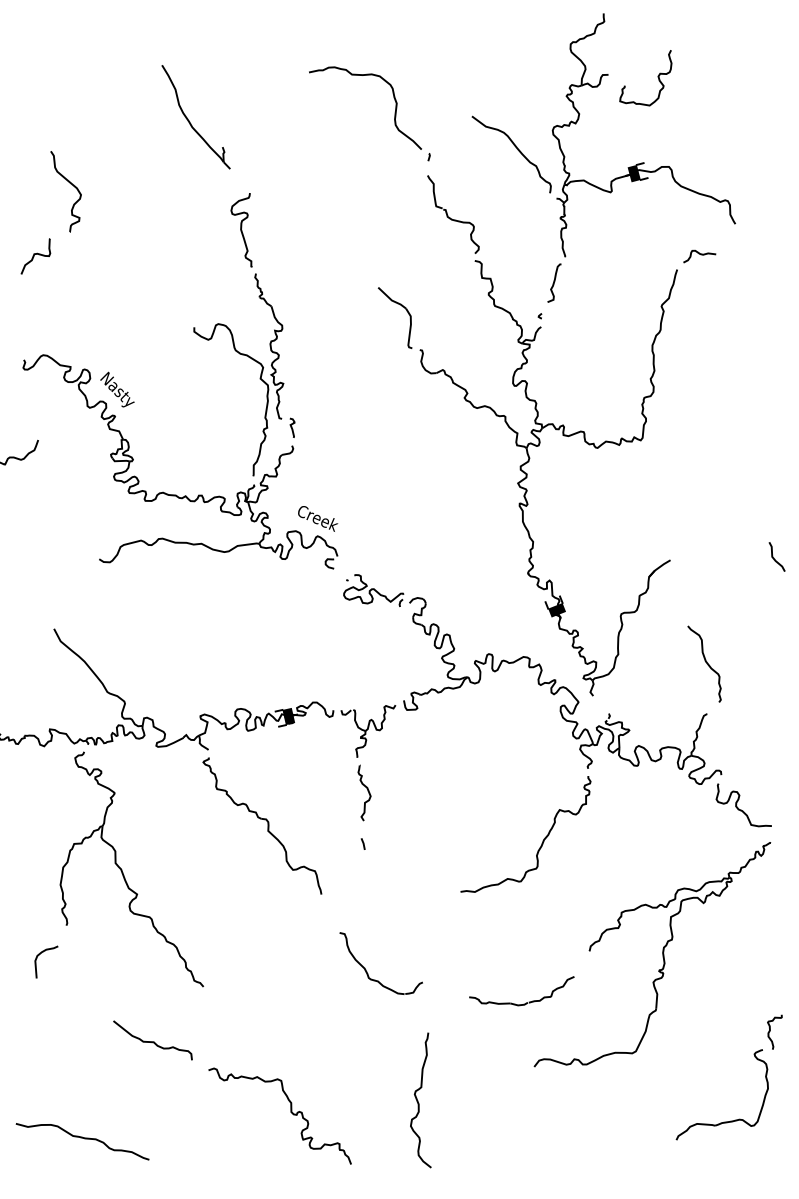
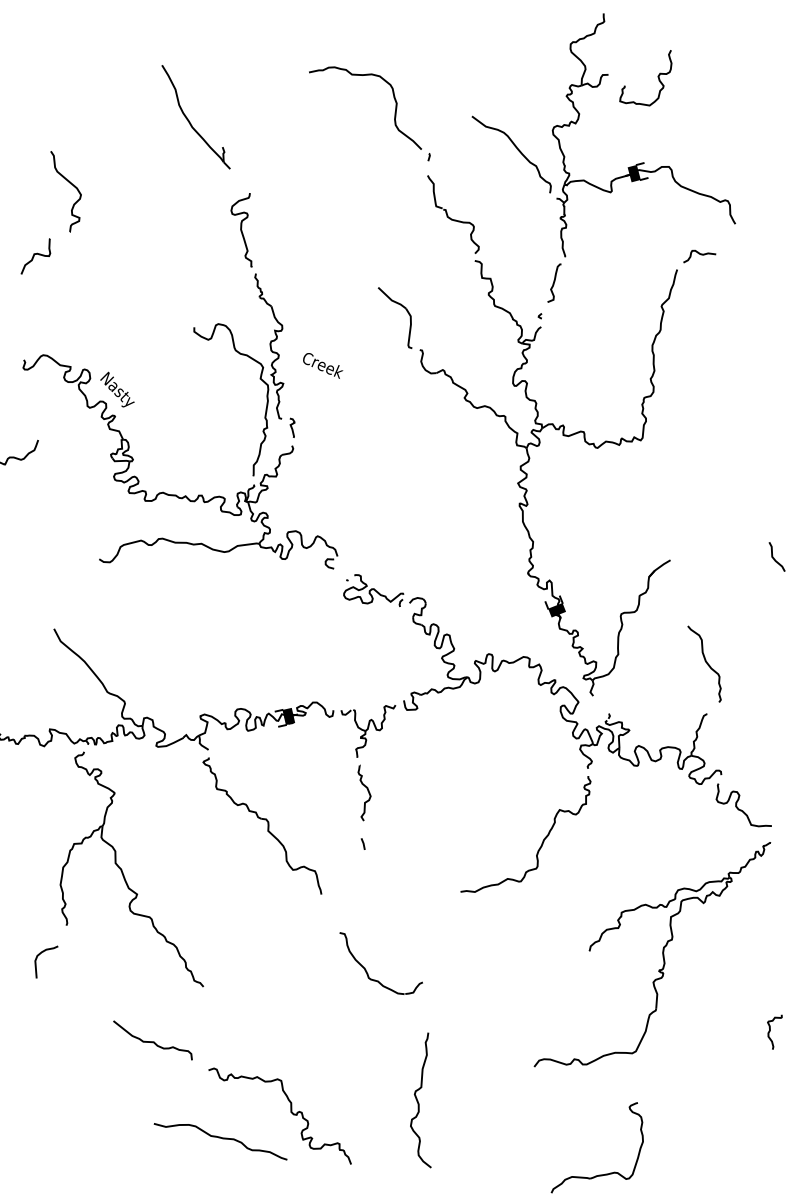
text at (318, 518) position: (318, 518) -> (323, 365)
part at (526, 1002): present -> none
part at (723, 1121) position: (723, 1121) -> (598, 1174)
curve at (84, 1139) position: (84, 1139) -> (222, 1139)
